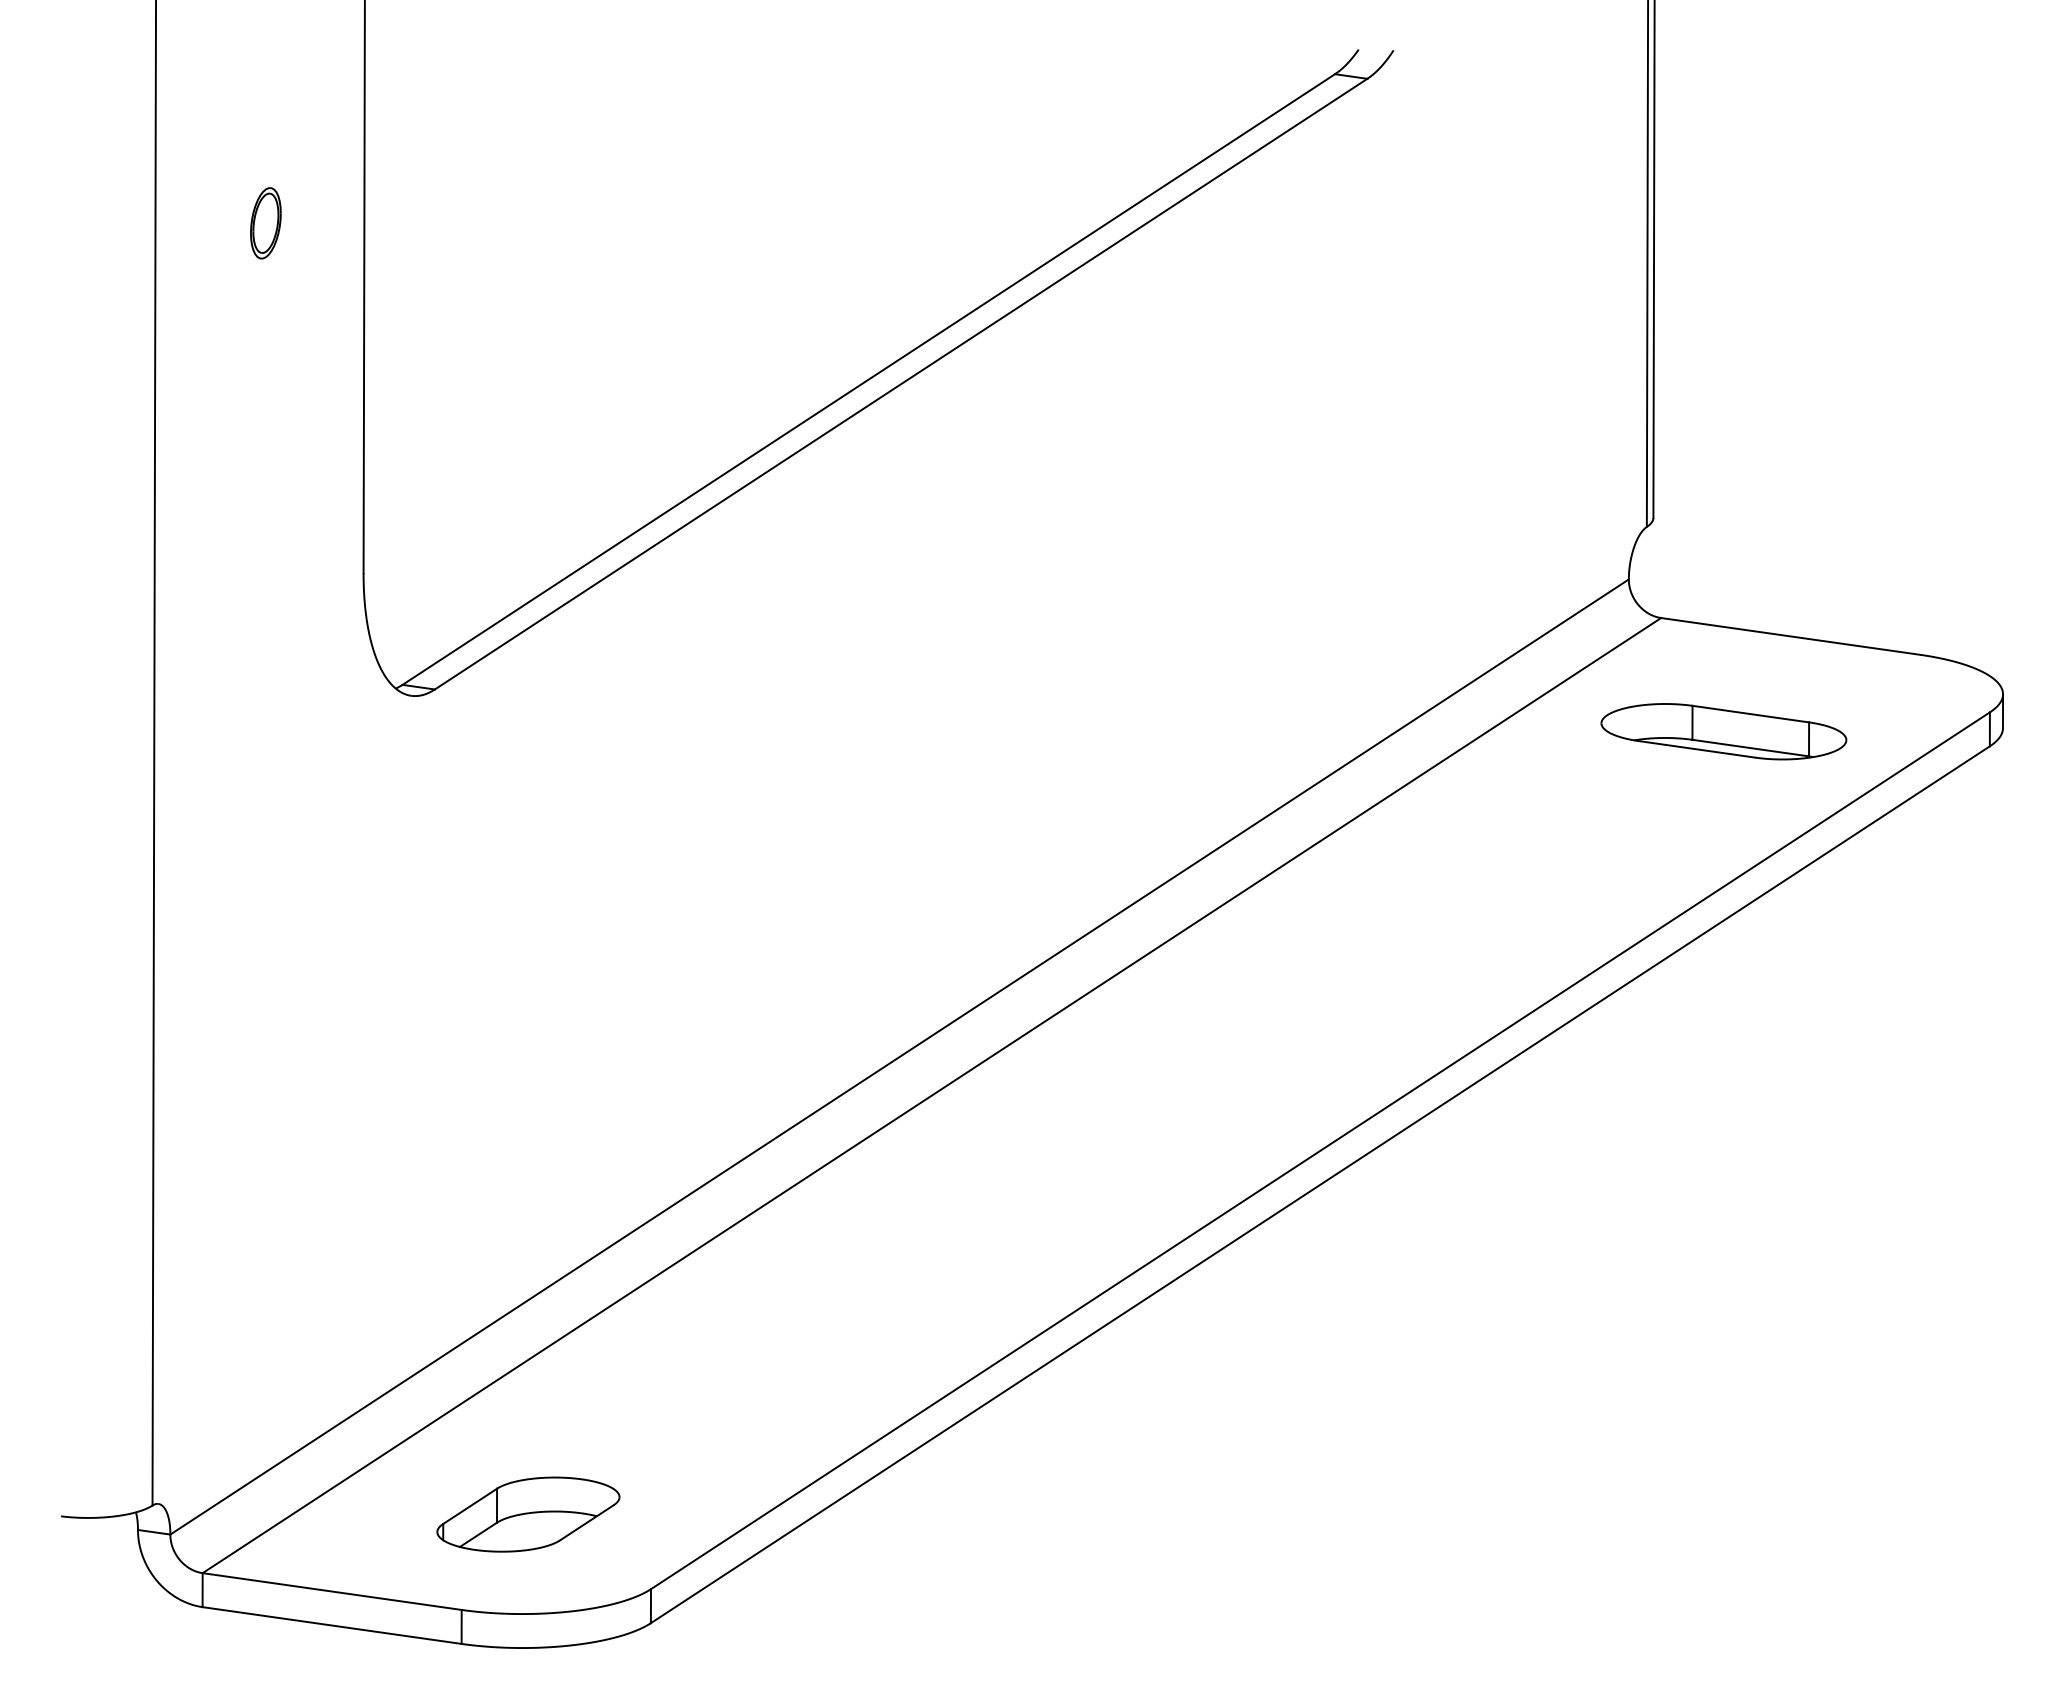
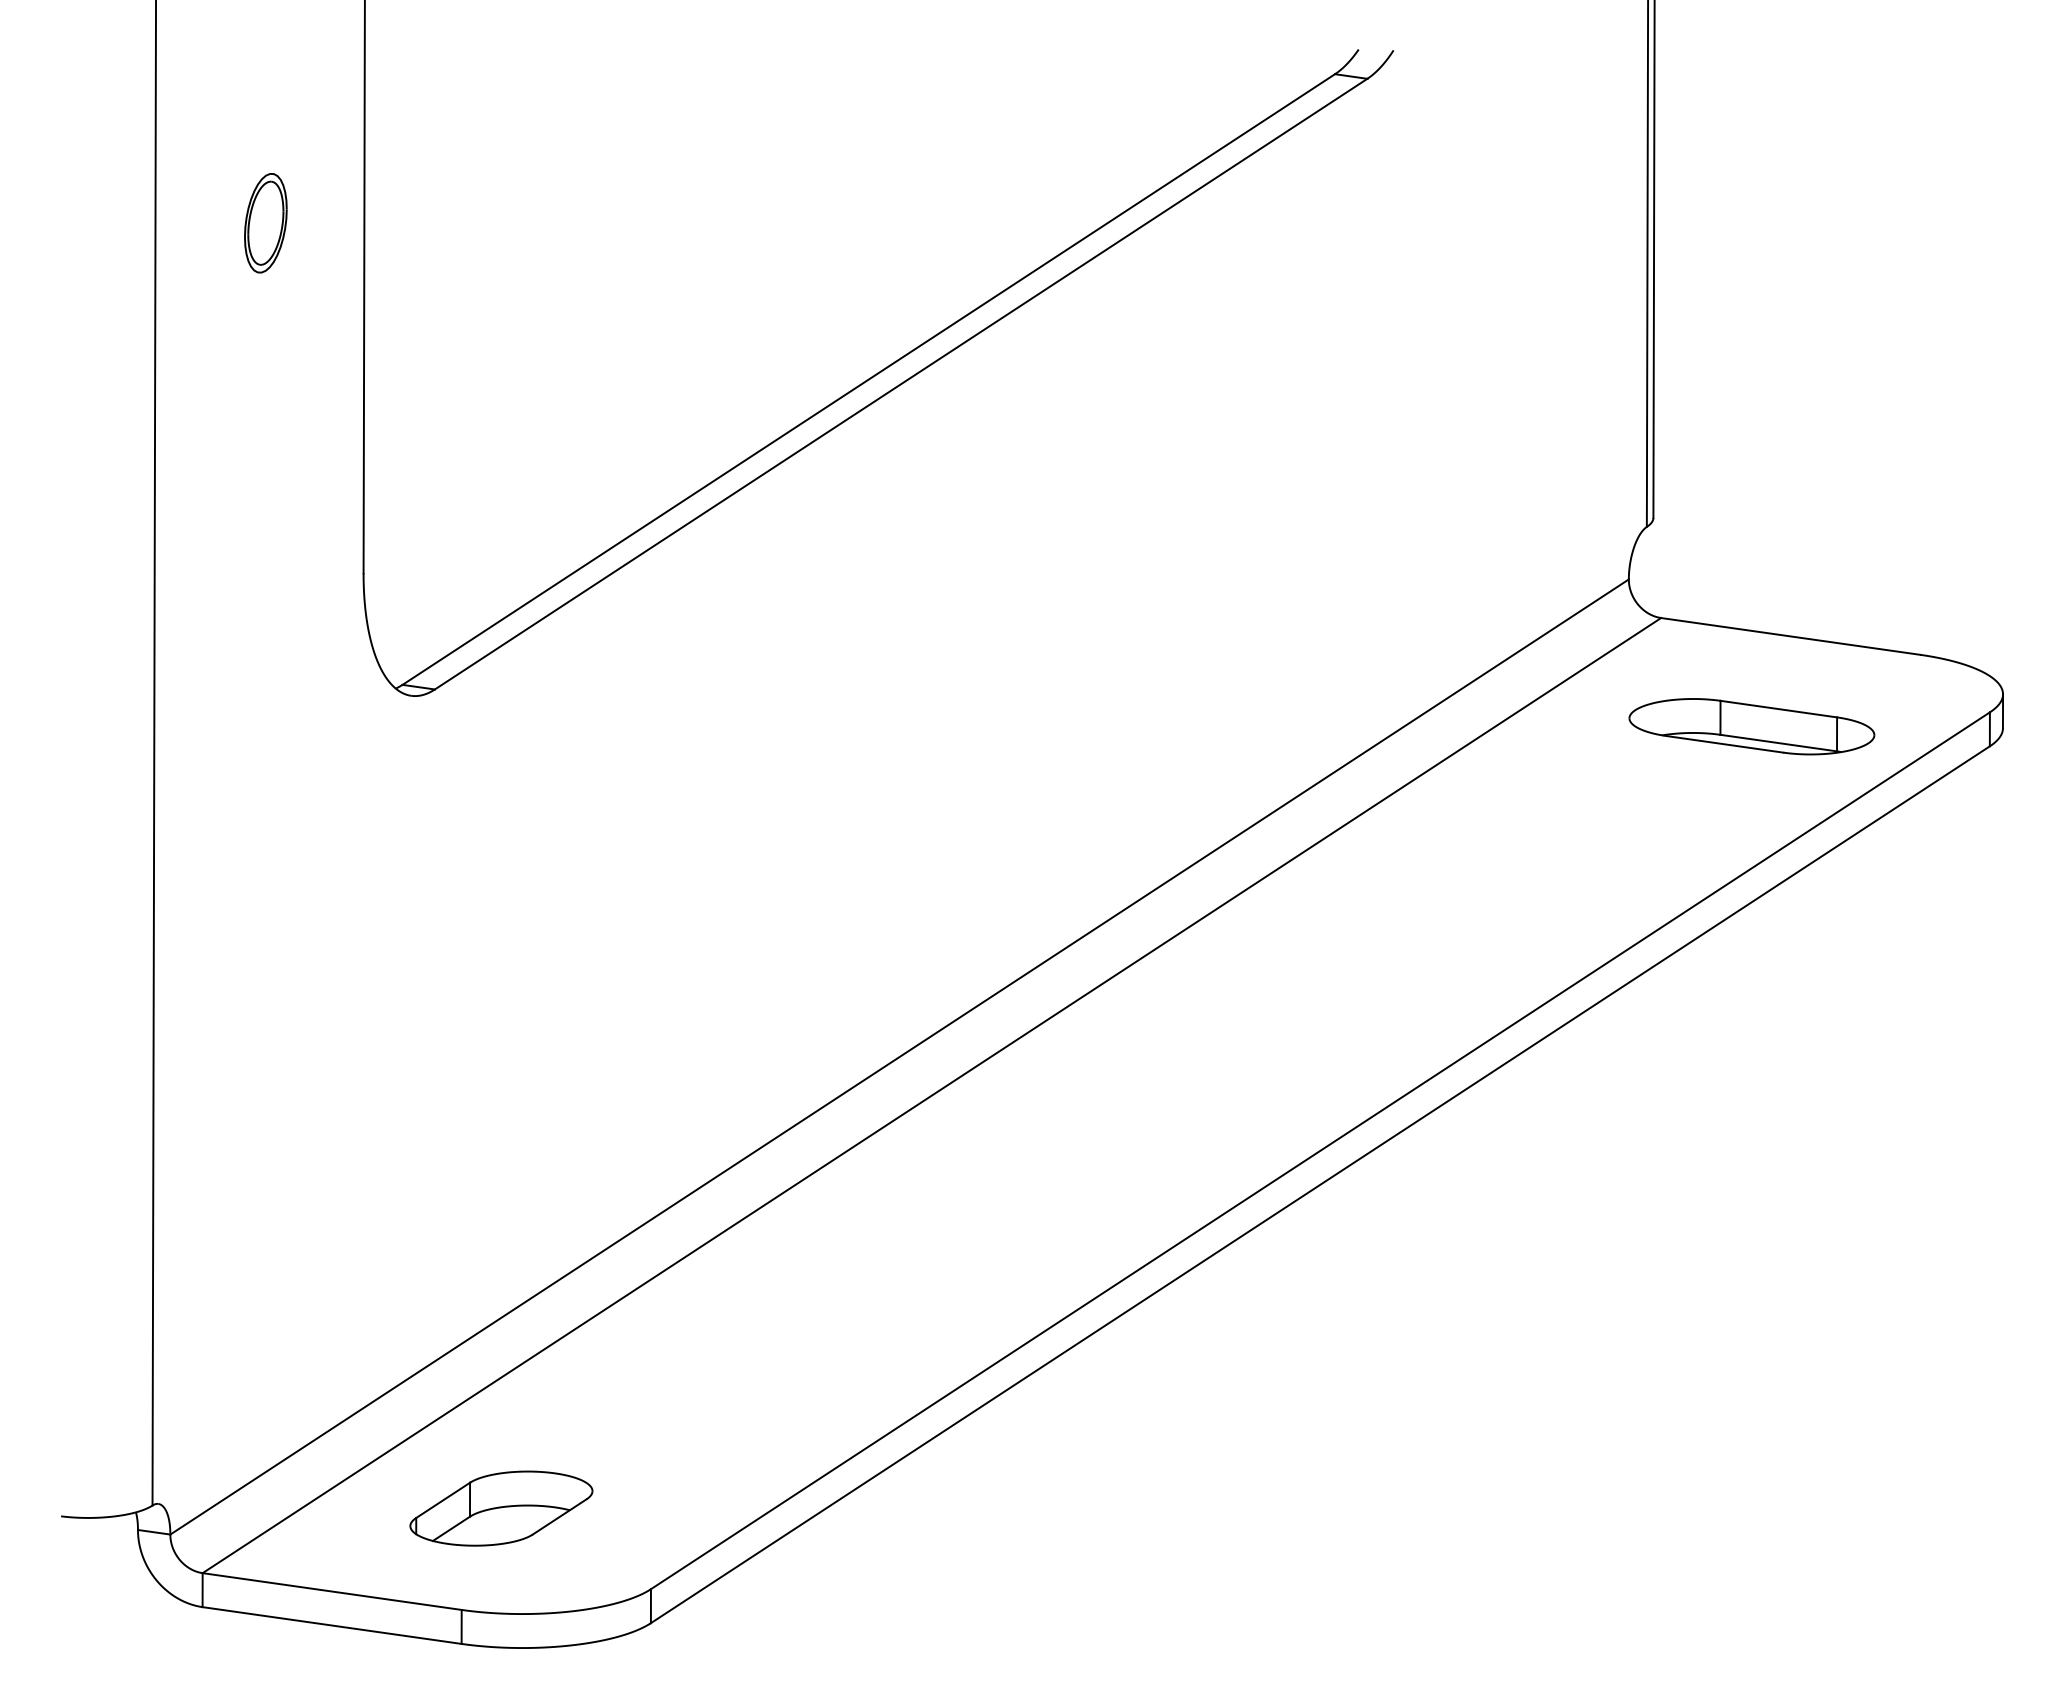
part at (265, 223) size: 32x73 px -> 44x101 px
part at (1723, 731) position: (1723, 731) -> (1751, 726)
part at (528, 1514) position: (528, 1514) -> (501, 1508)
